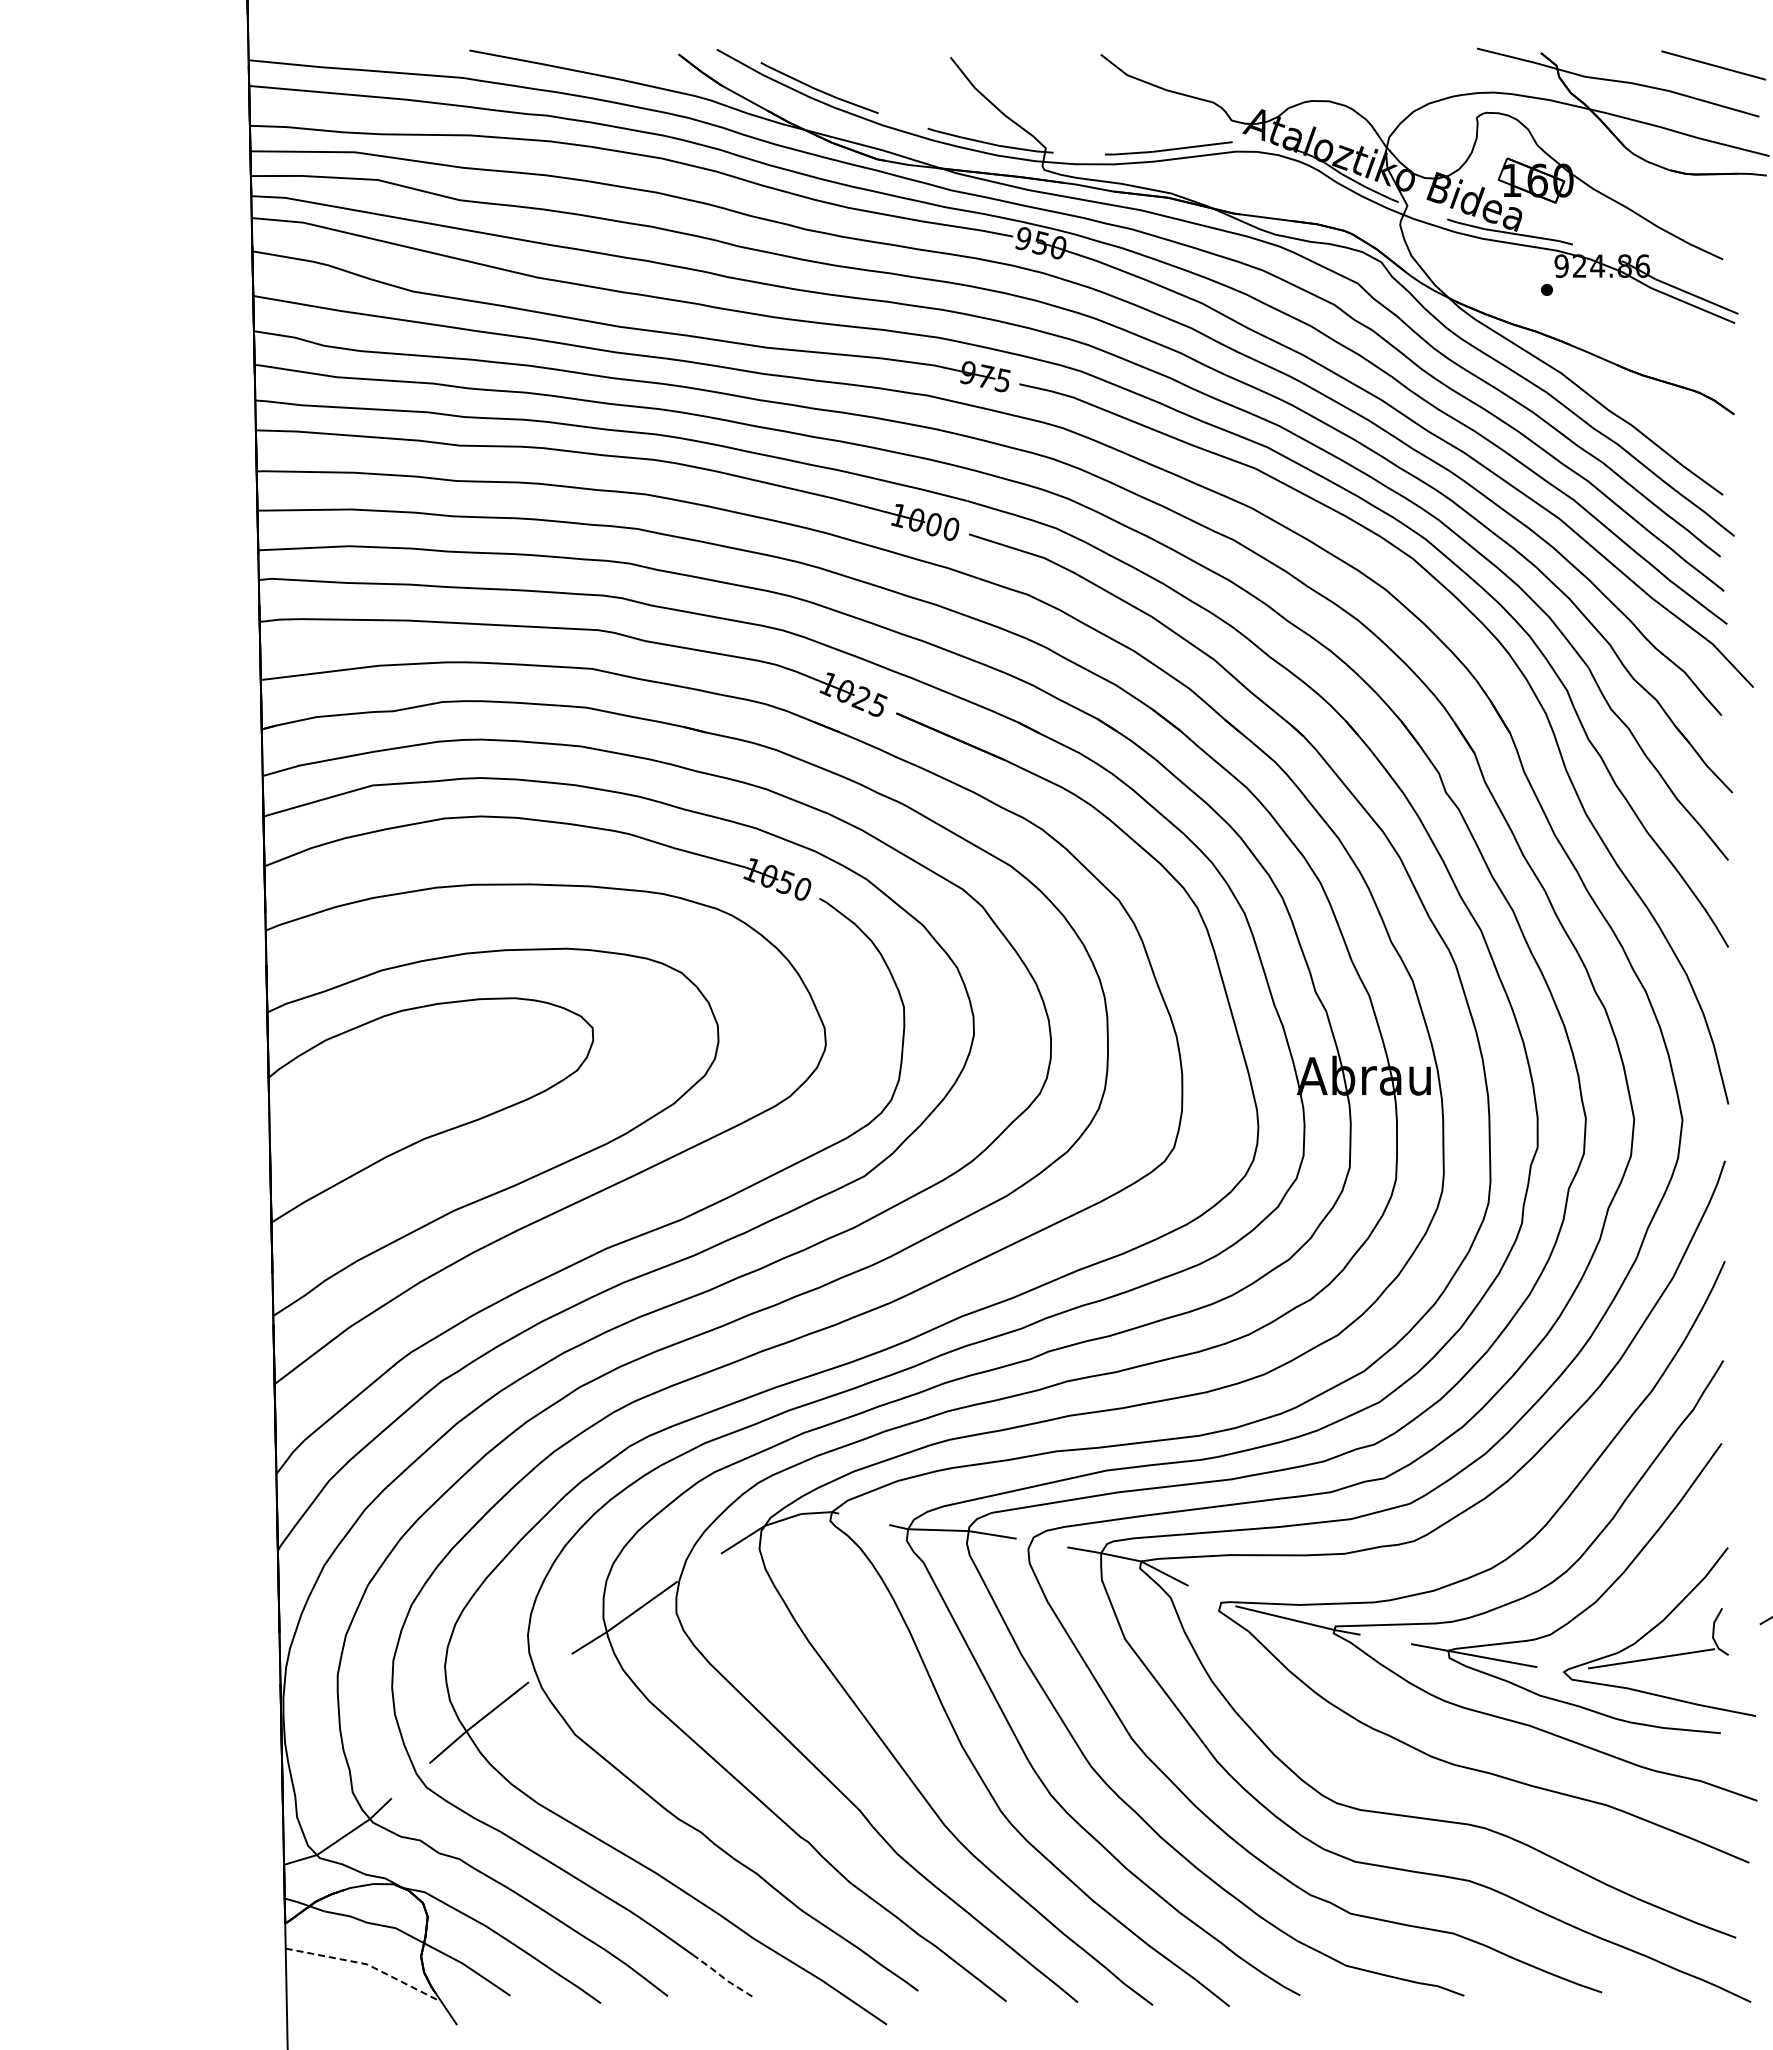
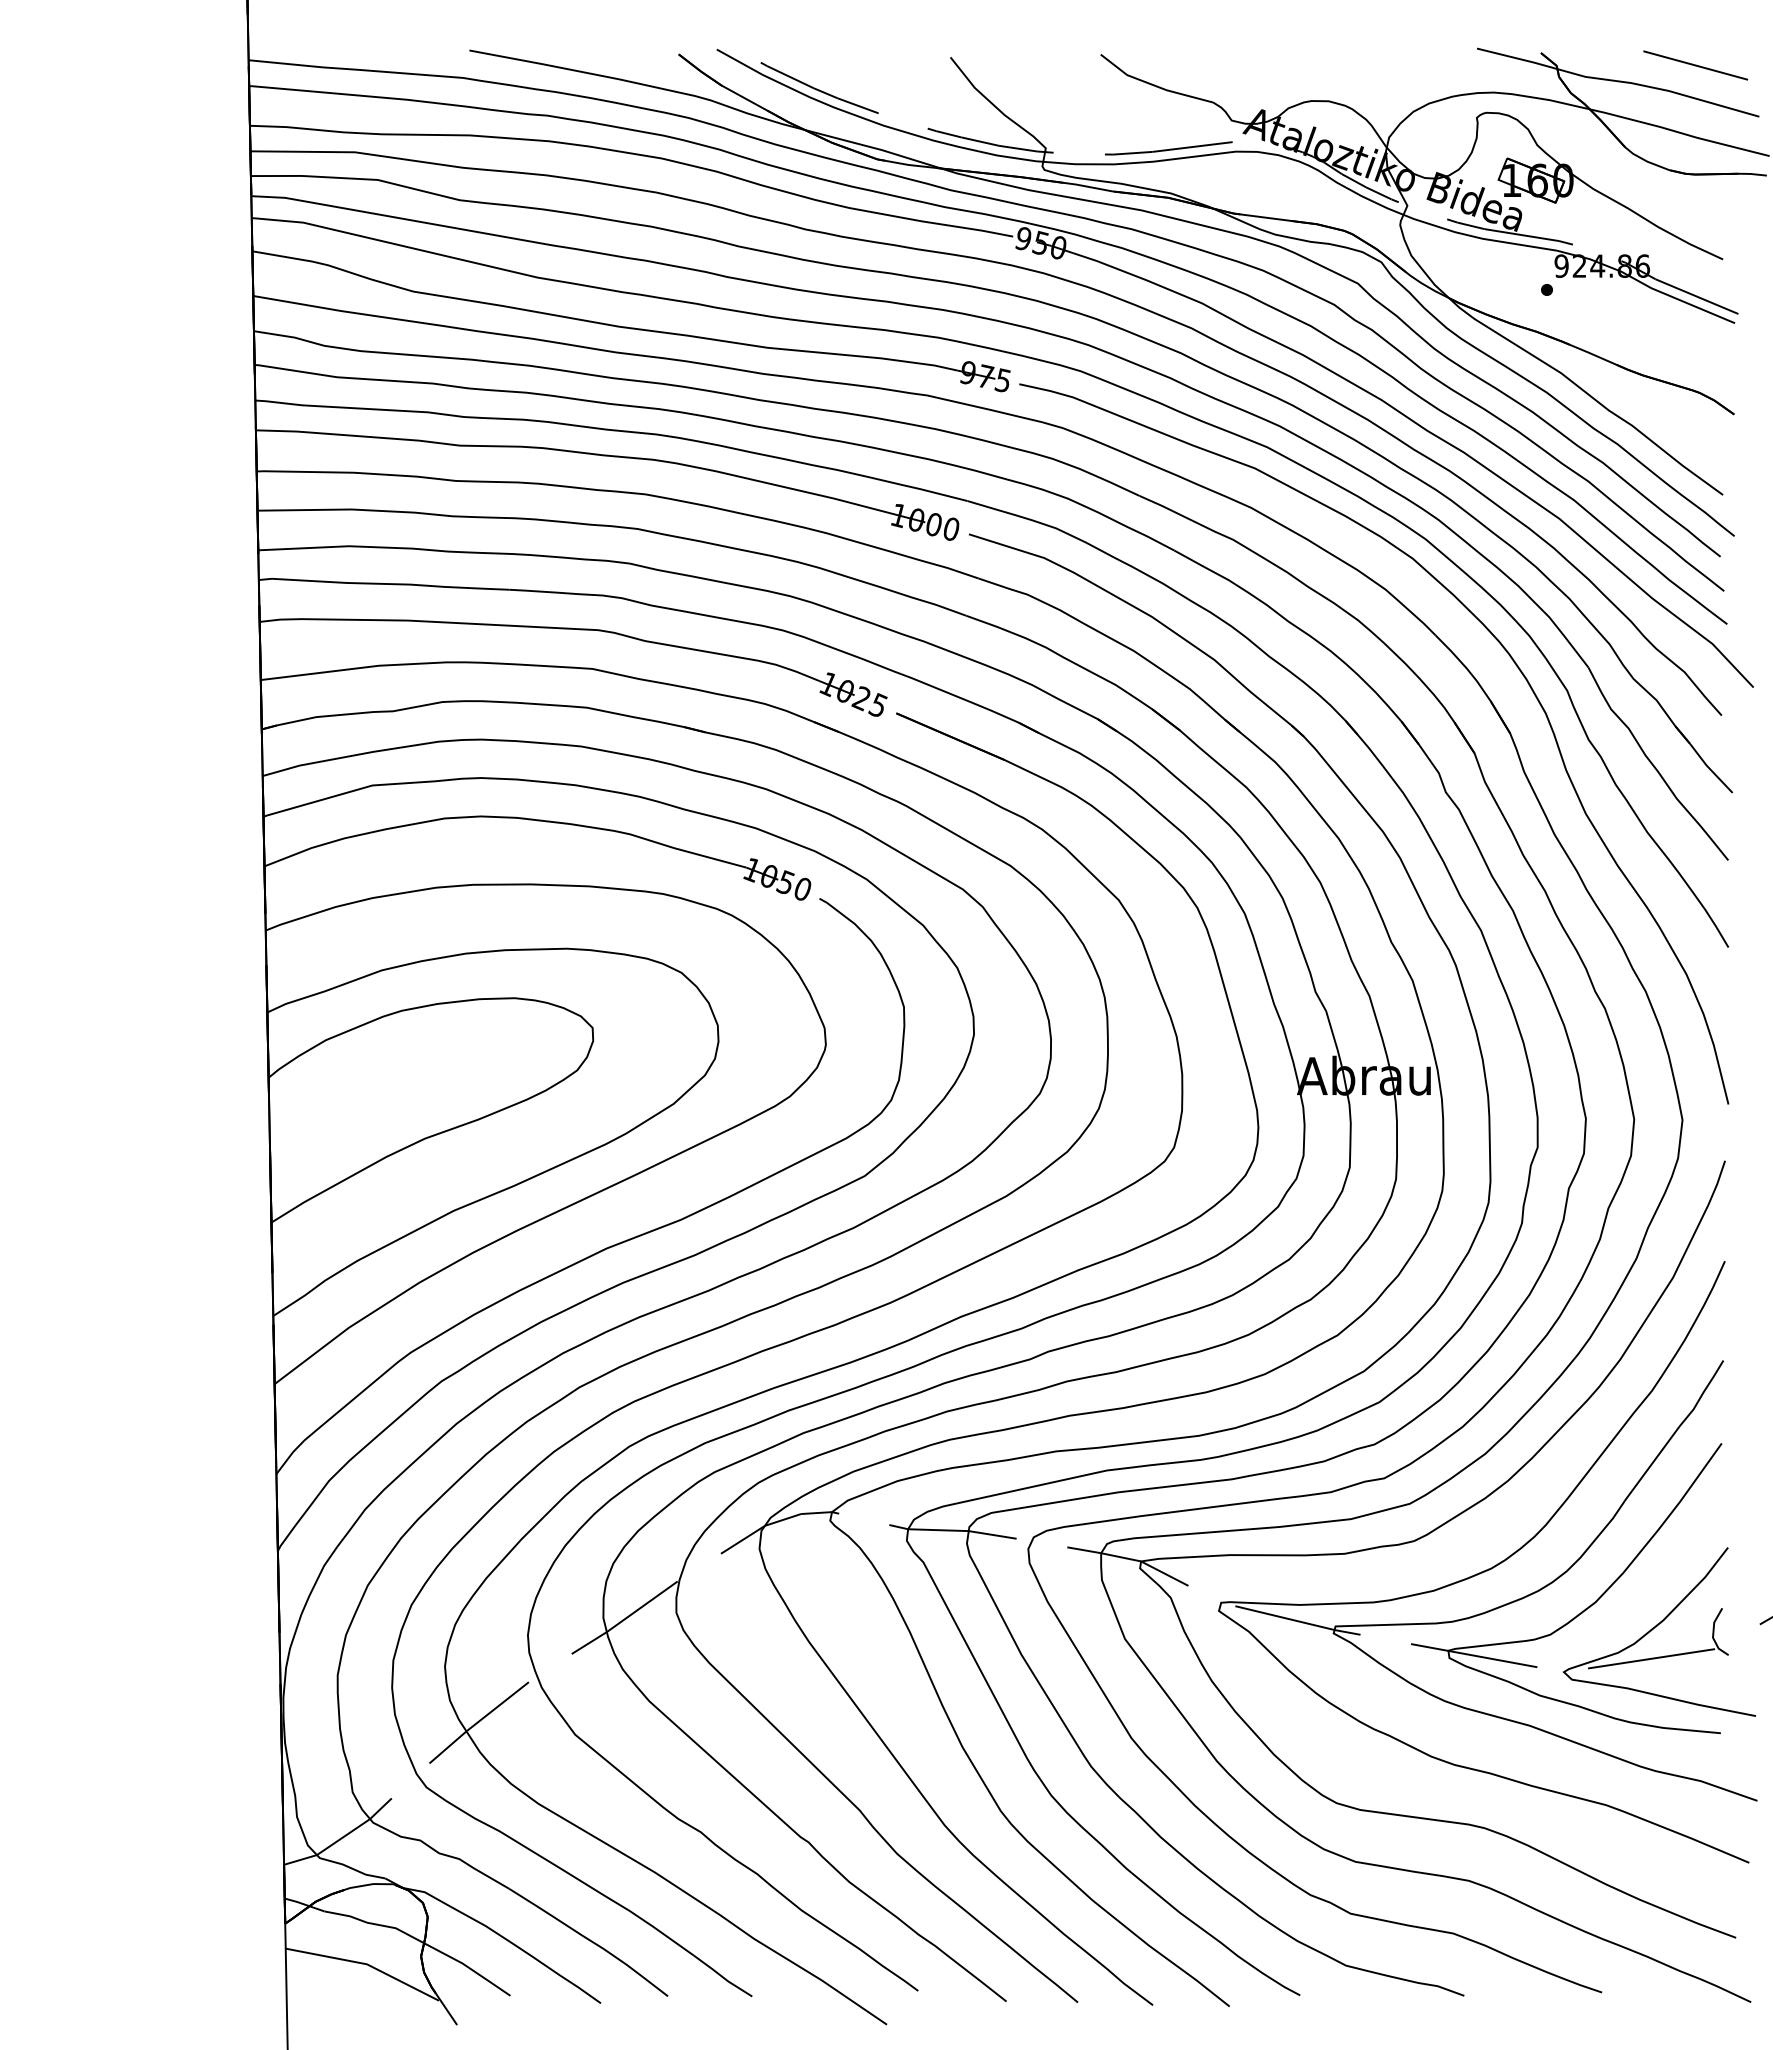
line at (1713, 65) position: (1713, 65) -> (1695, 65)
line at (367, 1964): dashed -> solid
line at (722, 1976): dashed -> solid
